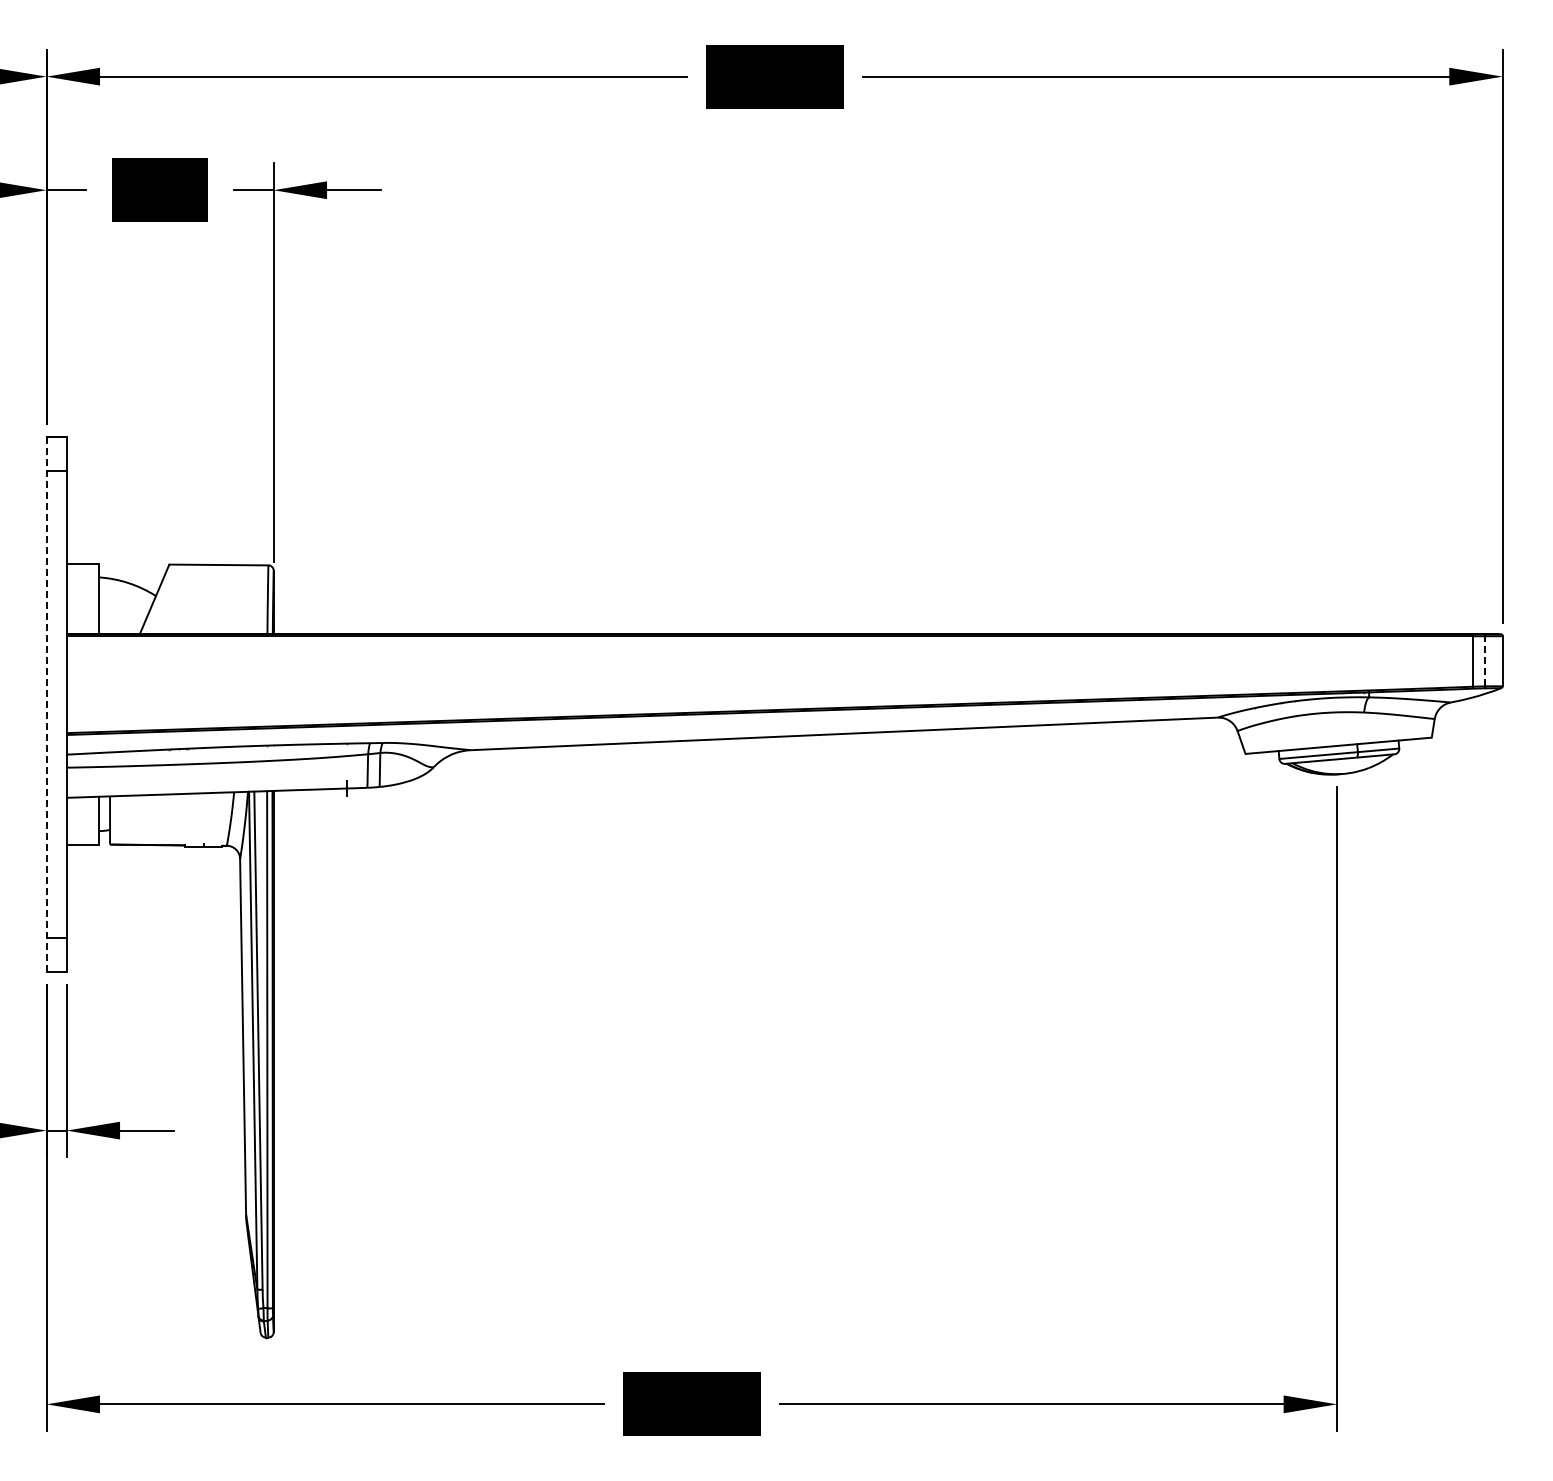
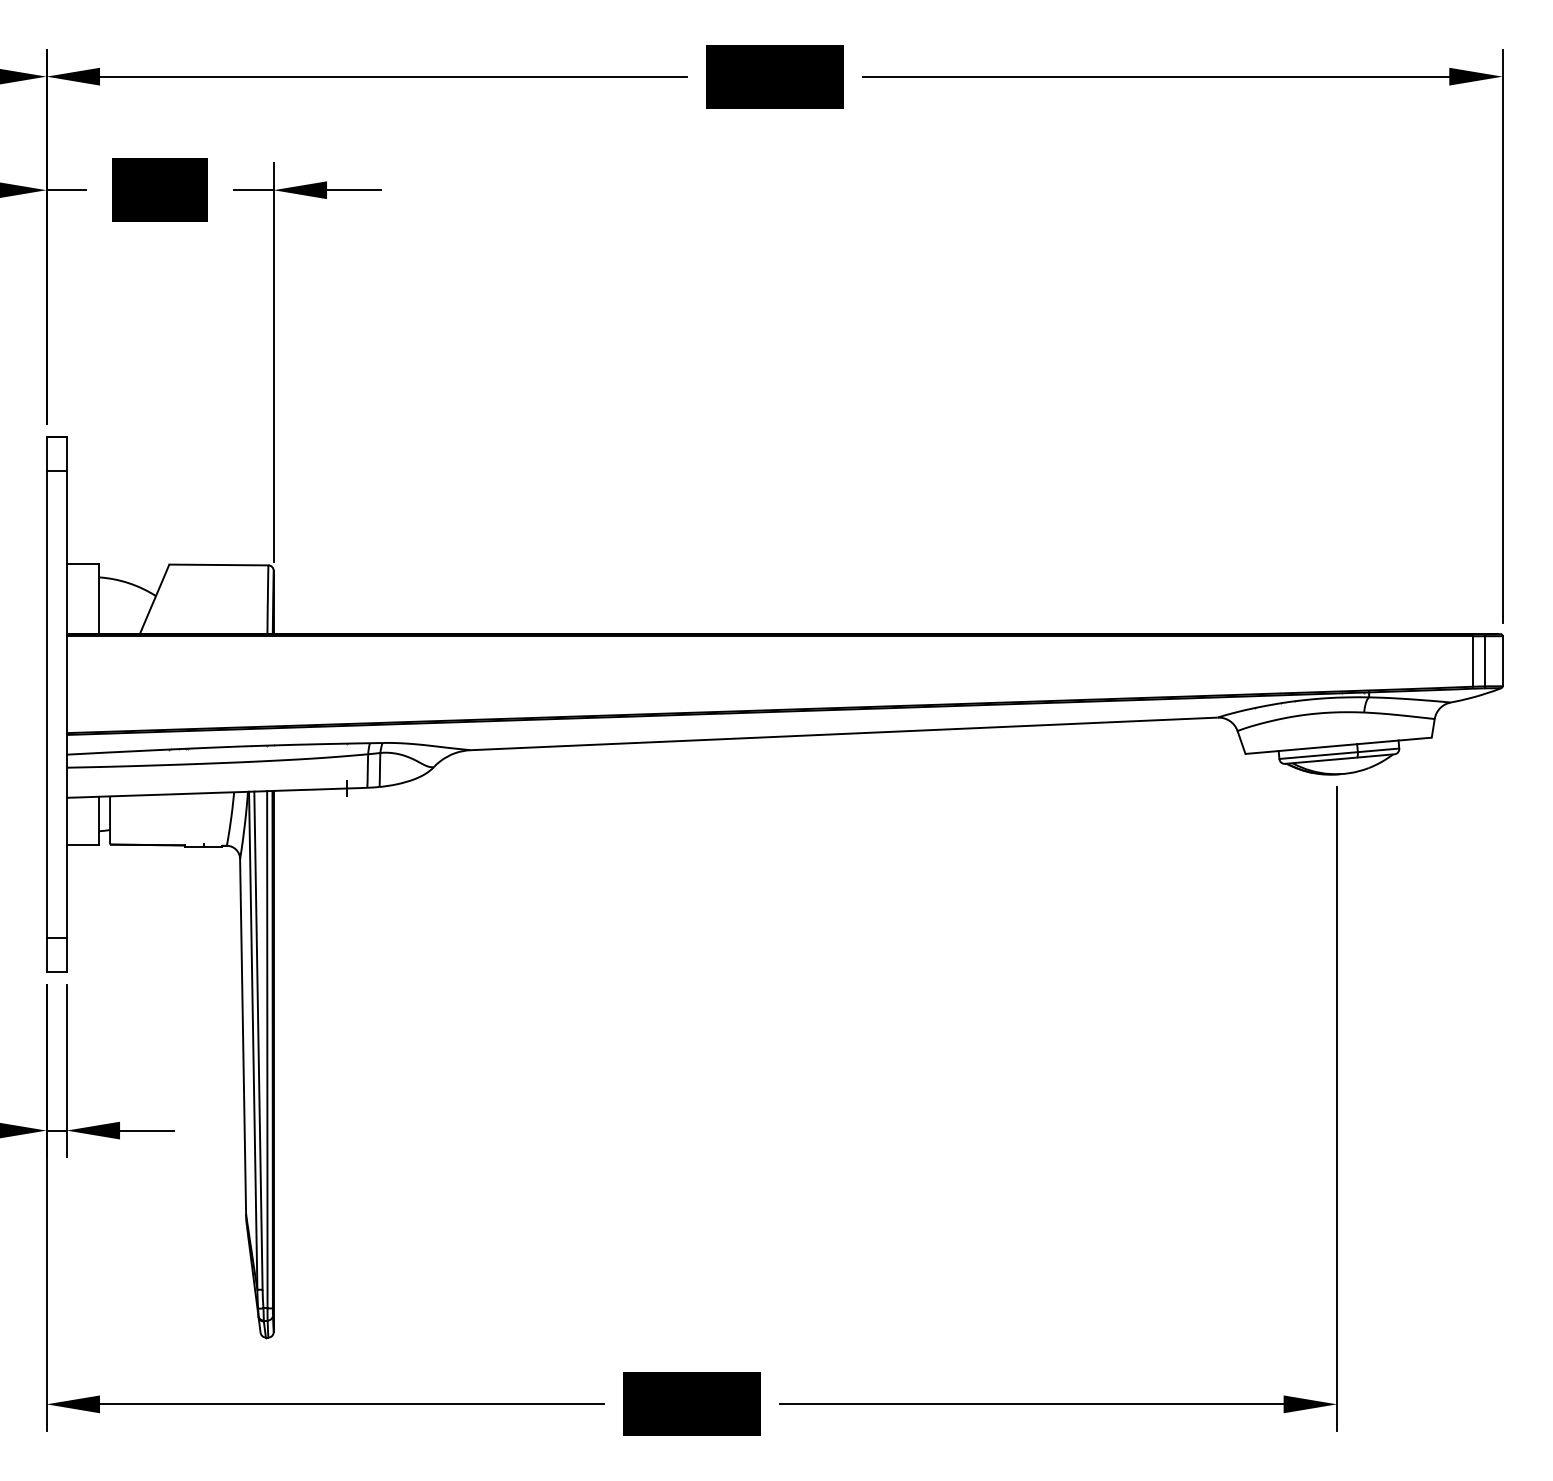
line at (1485, 660): dashed -> solid
line at (46, 703): dashed -> solid
